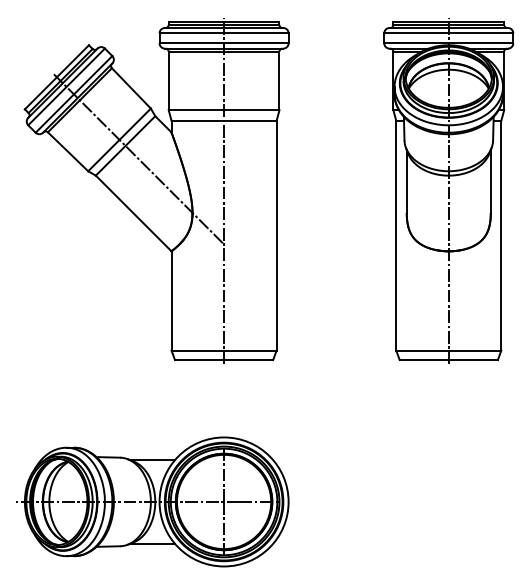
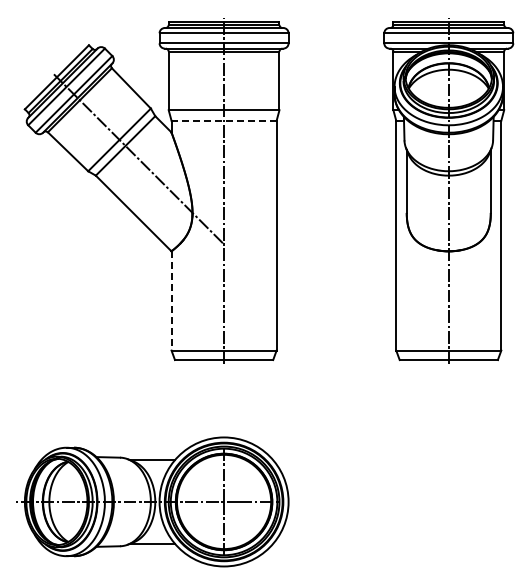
line at (224, 120): solid -> dashed
line at (171, 300): solid -> dashed
